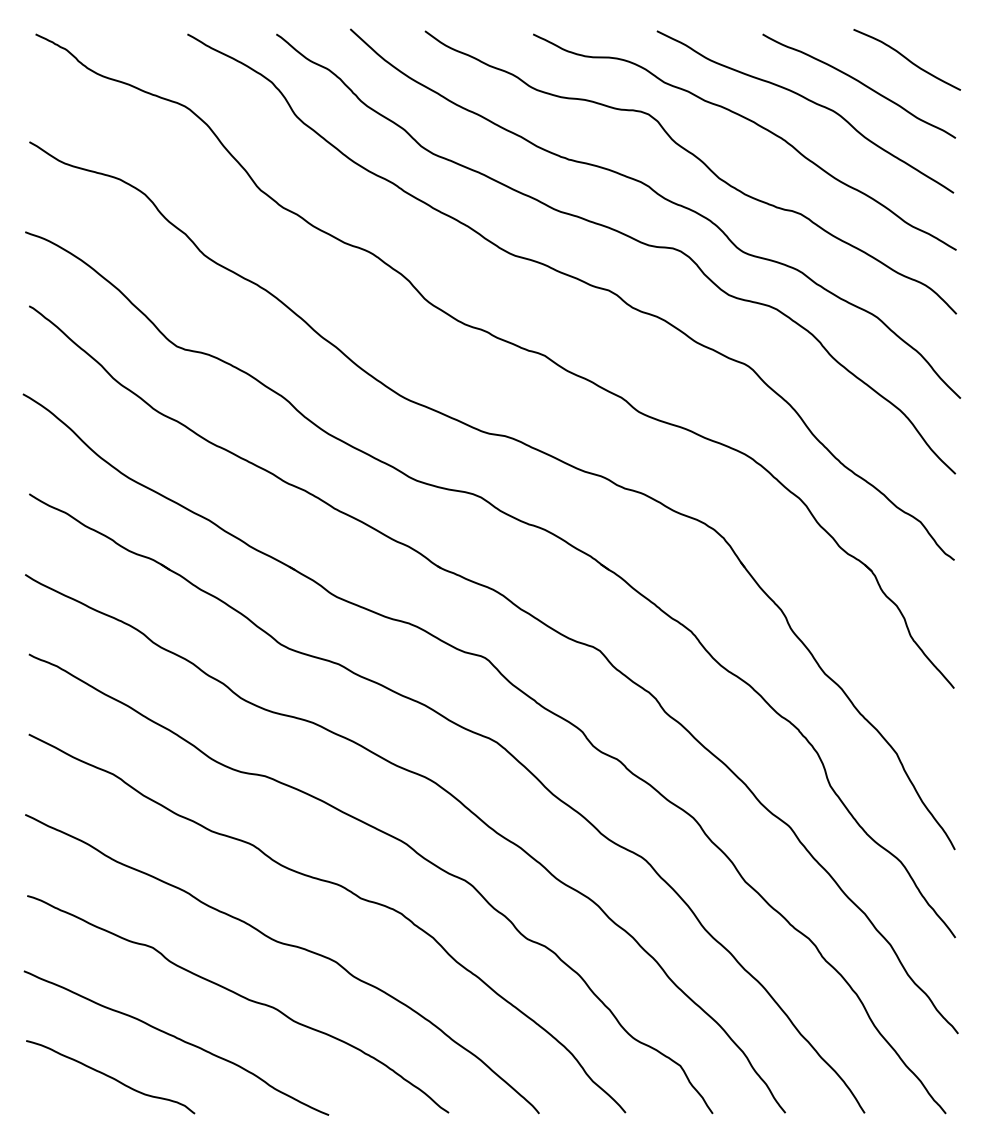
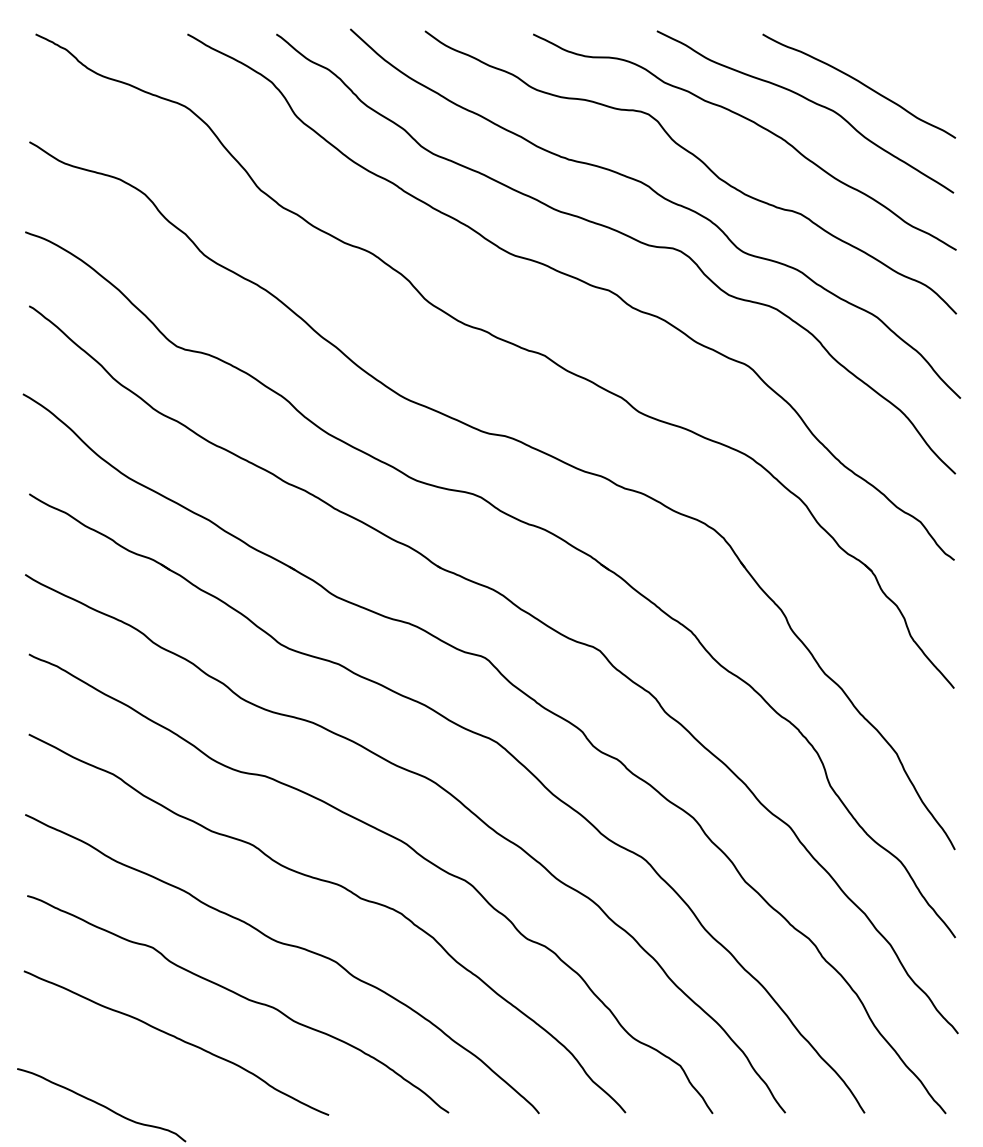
curve at (906, 59): present -> none
curve at (110, 1077) position: (110, 1077) -> (101, 1105)
